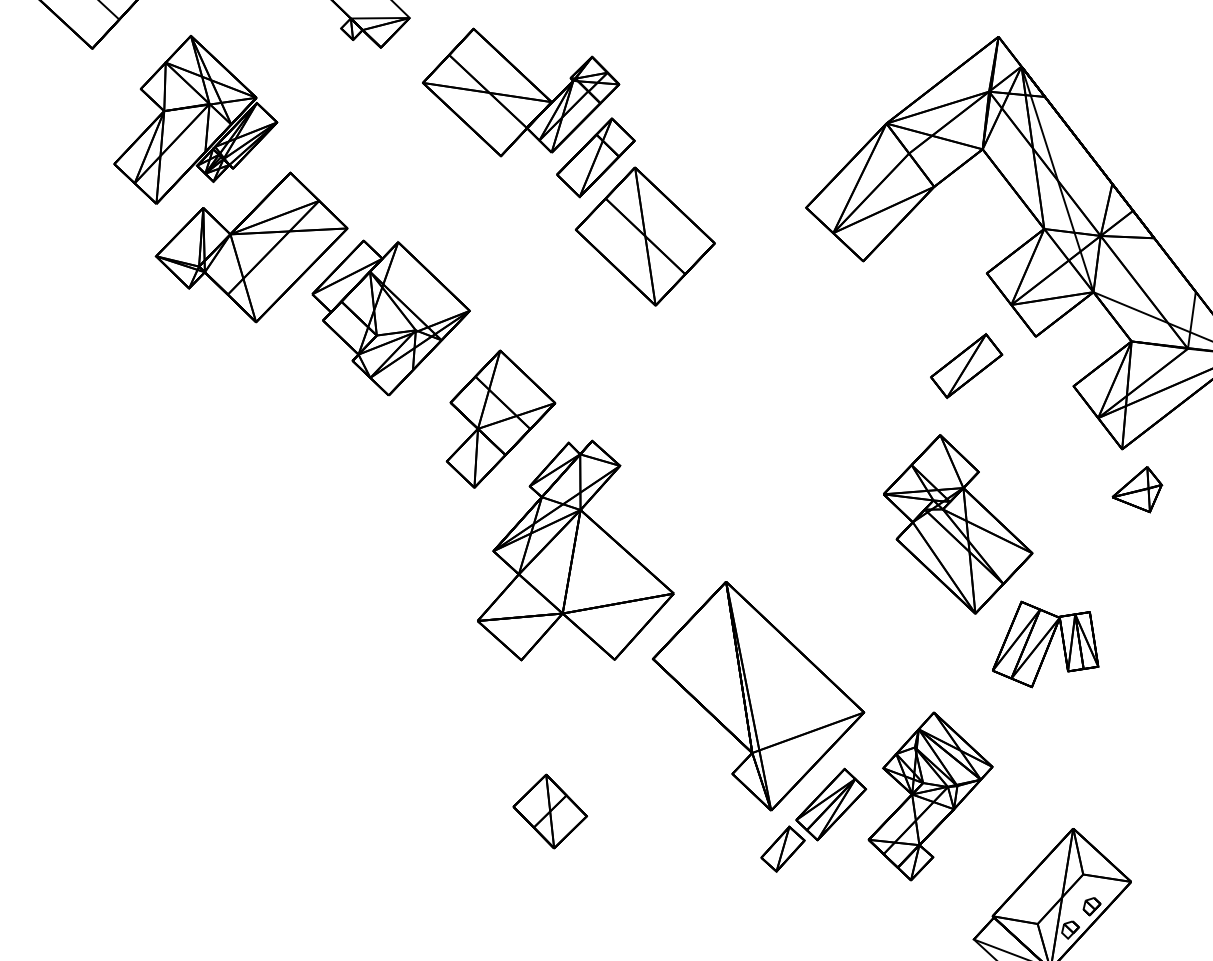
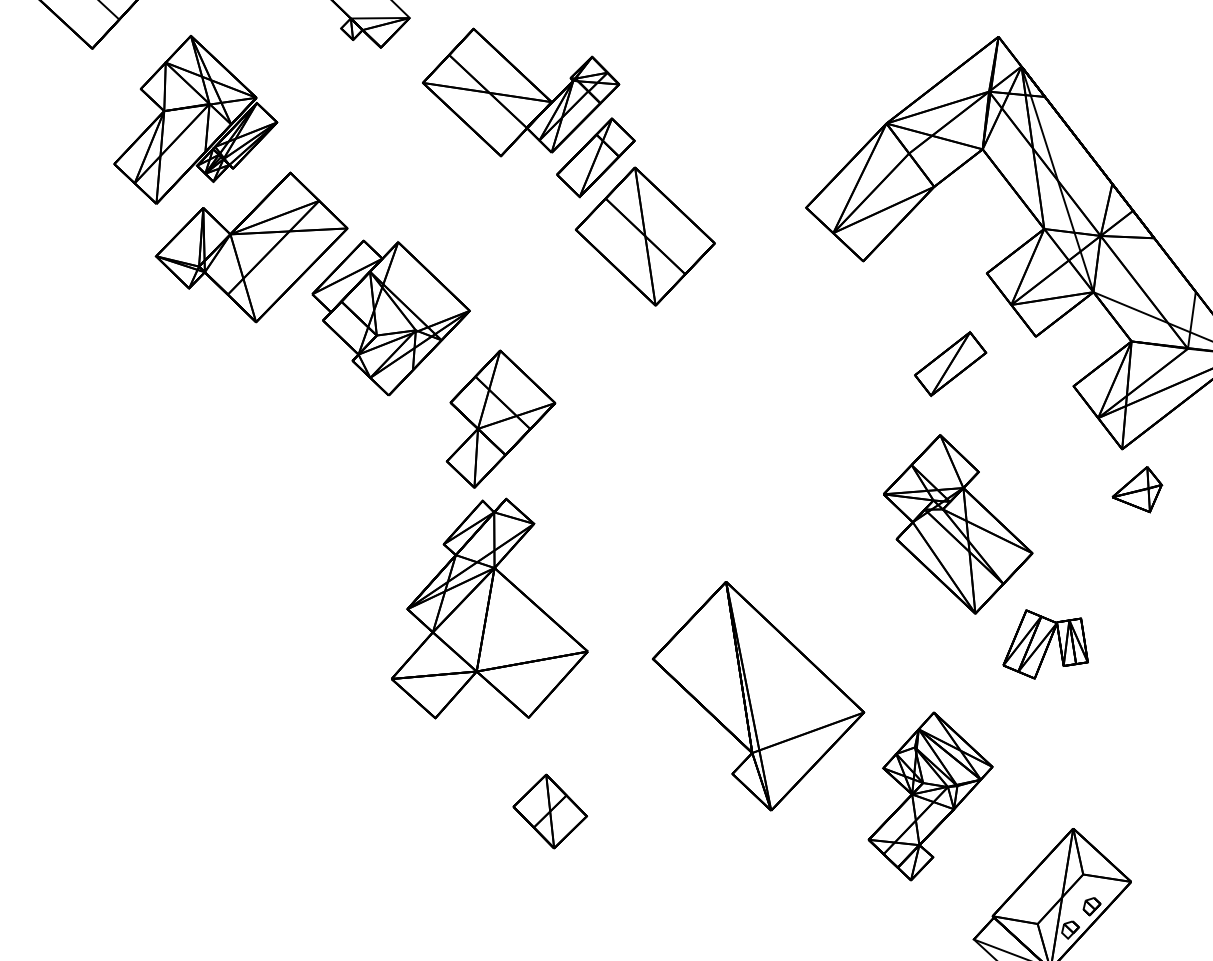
part at (966, 366) position: (966, 366) -> (950, 364)
part at (575, 550) position: (575, 550) -> (489, 608)
part at (1045, 644) size: 108x89 px -> 87x71 px
part at (813, 819): present -> none
